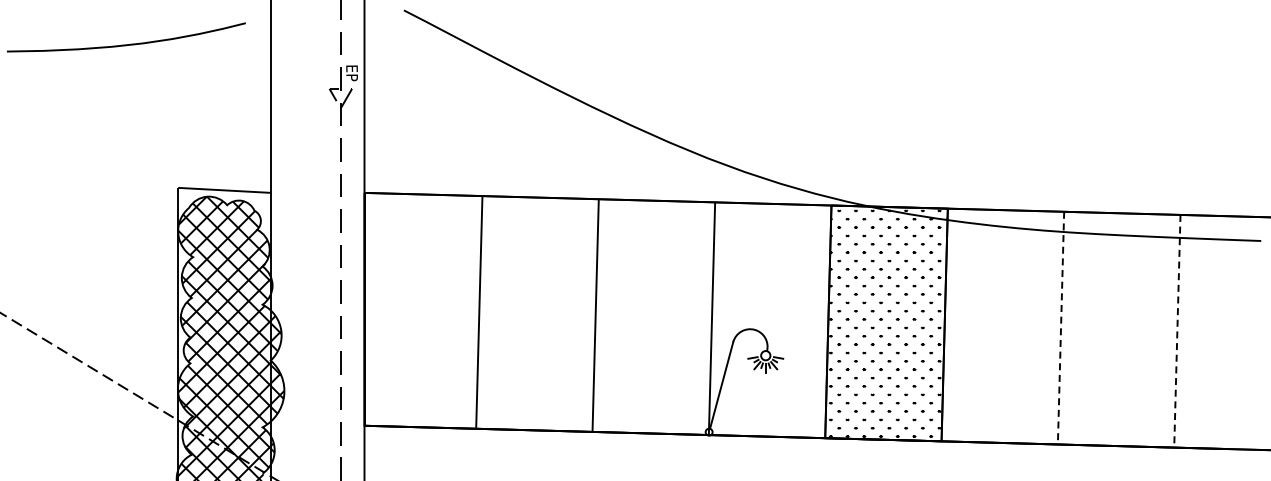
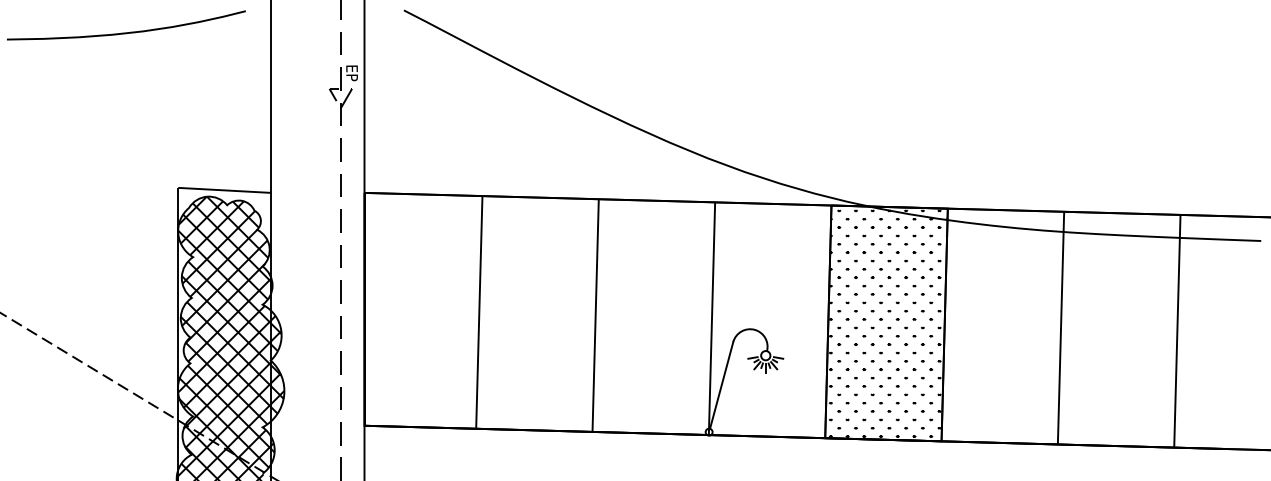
curve at (126, 44) position: (126, 44) -> (126, 32)
line at (1061, 328): dashed -> solid
line at (1177, 331): dashed -> solid
